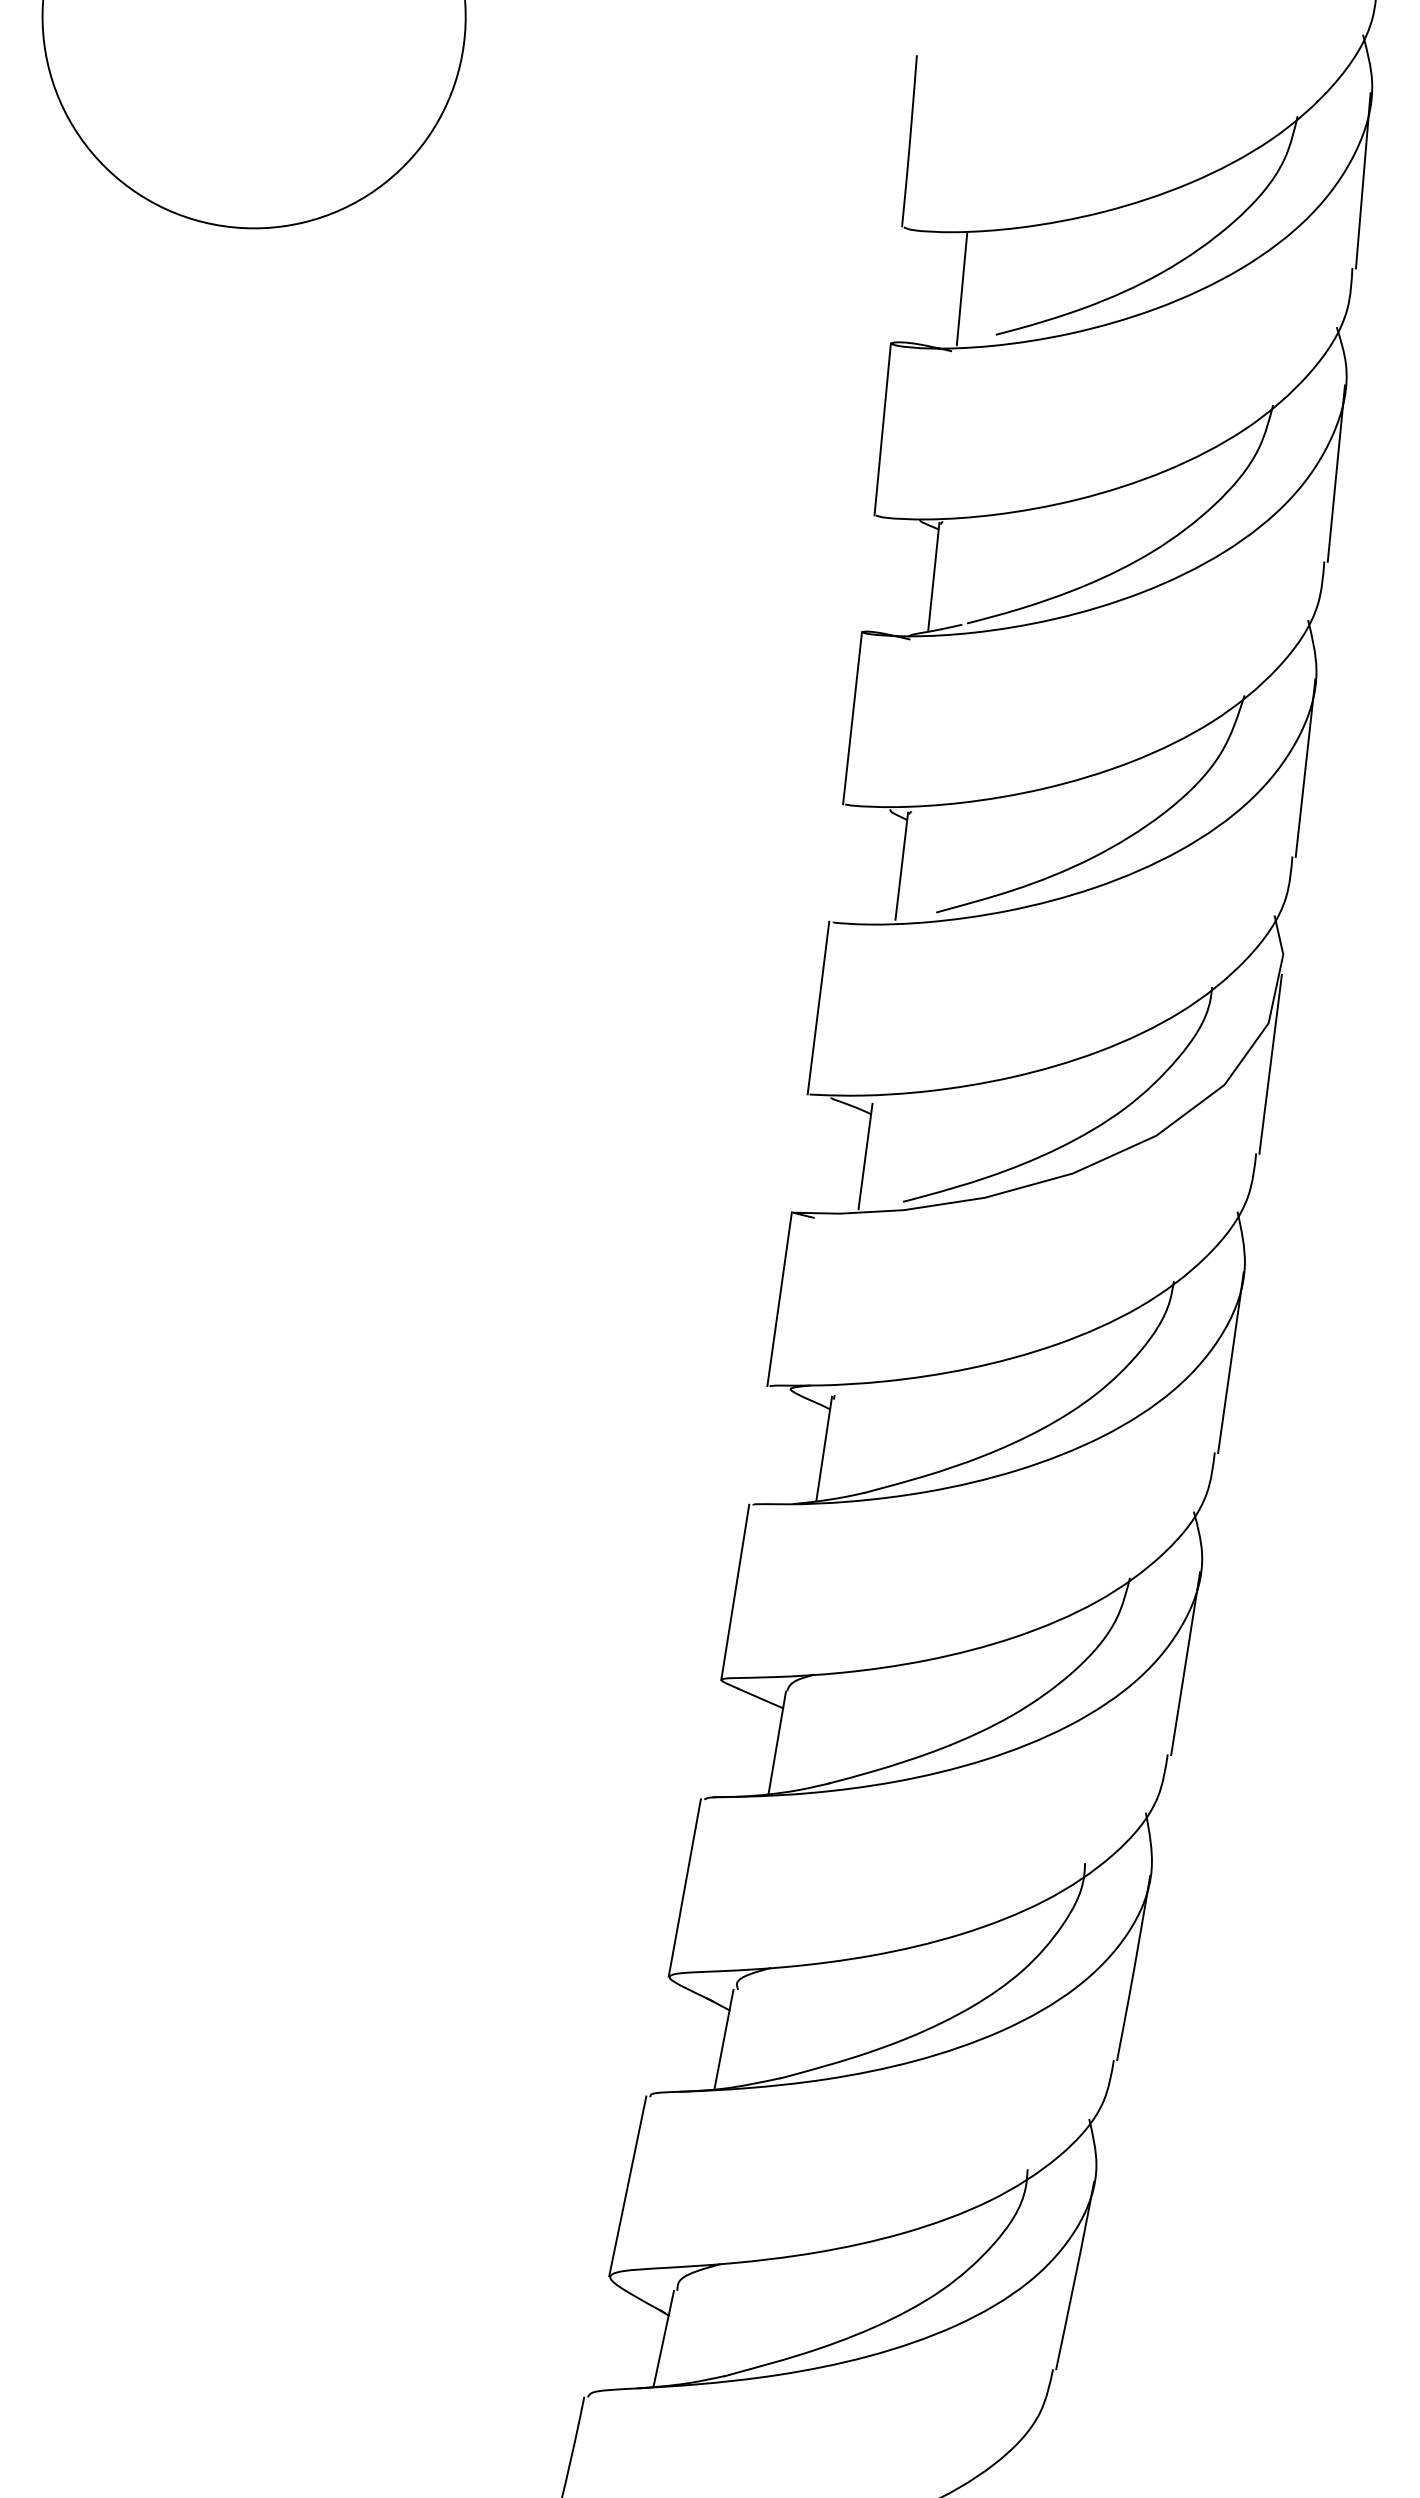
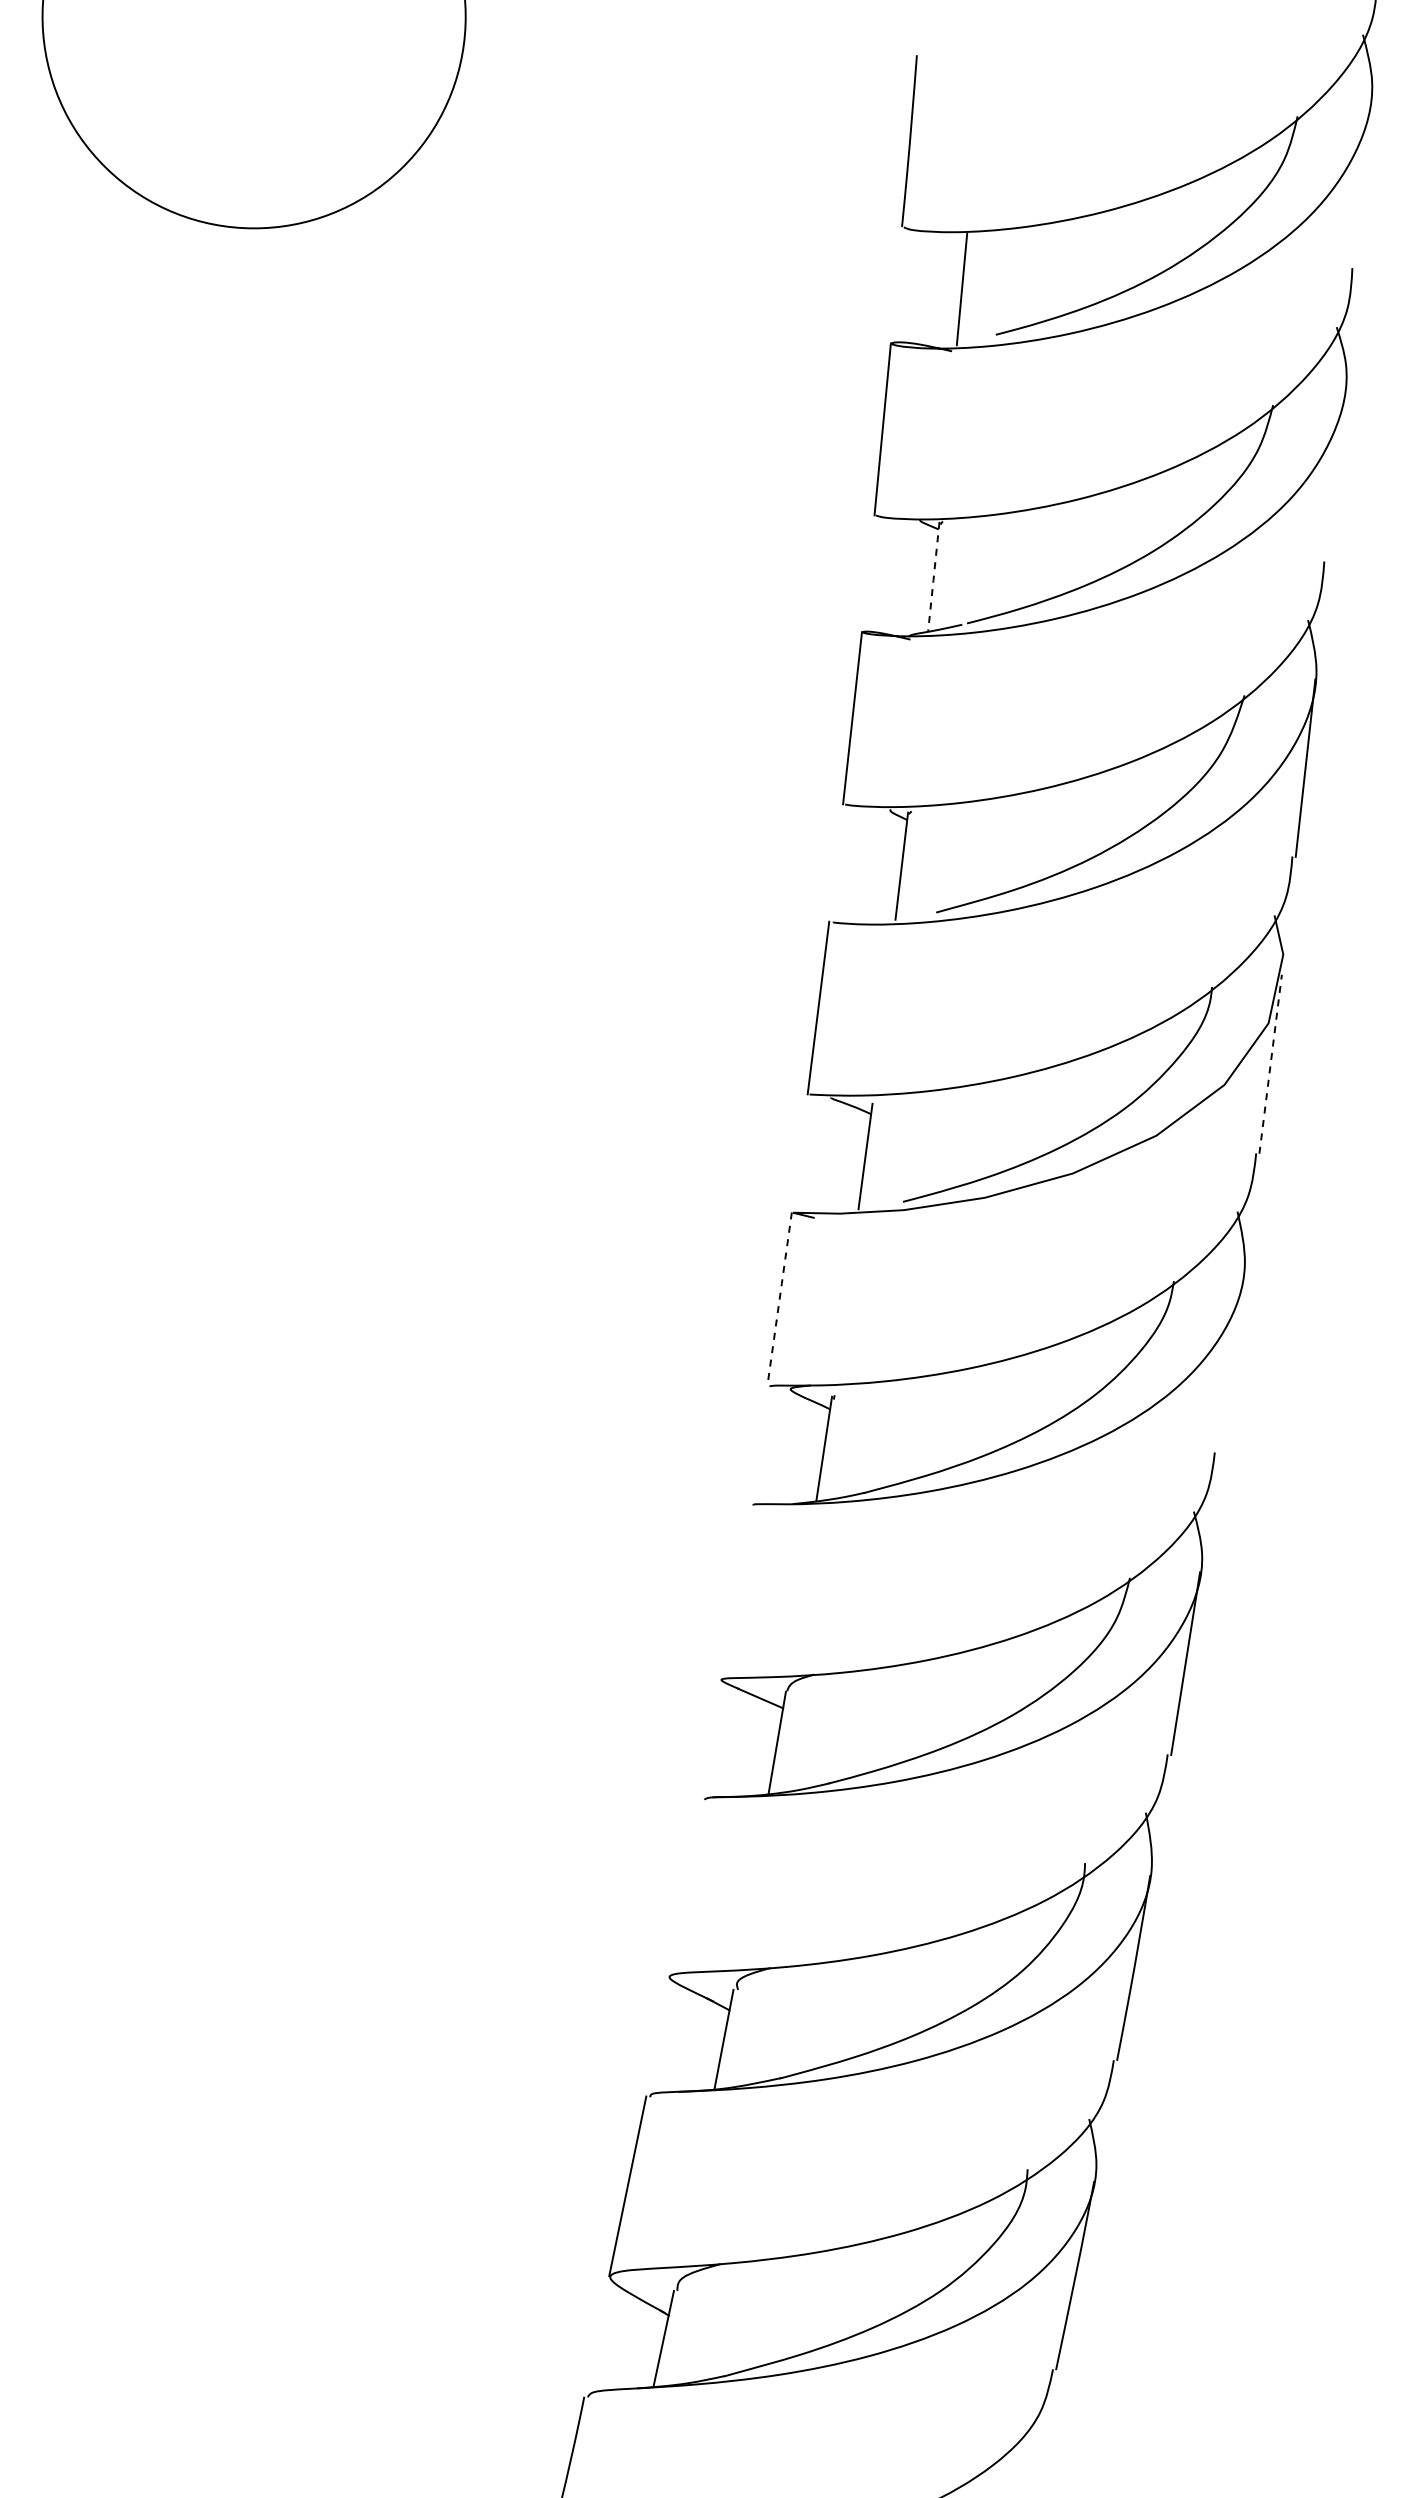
line at (1362, 180): present -> none
line at (1335, 473): present -> none
line at (933, 577): solid -> dashed
line at (1270, 1063): solid -> dashed
line at (779, 1299): solid -> dashed
line at (1230, 1362): present -> none
line at (735, 1591): present -> none
line at (684, 1887): present -> none
